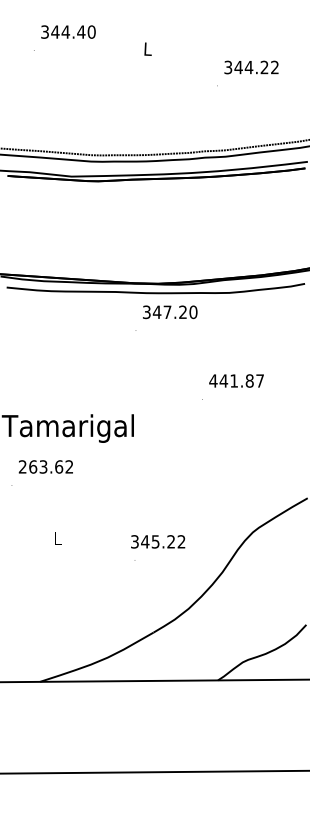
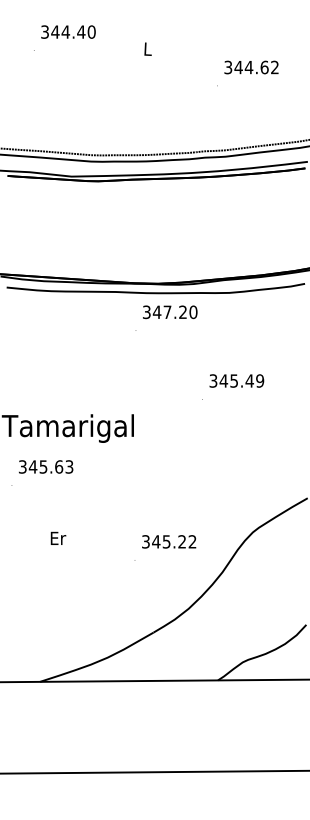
text at (264, 67): 344.22 -> 344.62
text at (236, 380): 441.87 -> 345.49
text at (46, 466): 263.62 -> 345.63
text at (58, 537): L -> Er
text at (158, 541) position: (158, 541) -> (169, 541)
